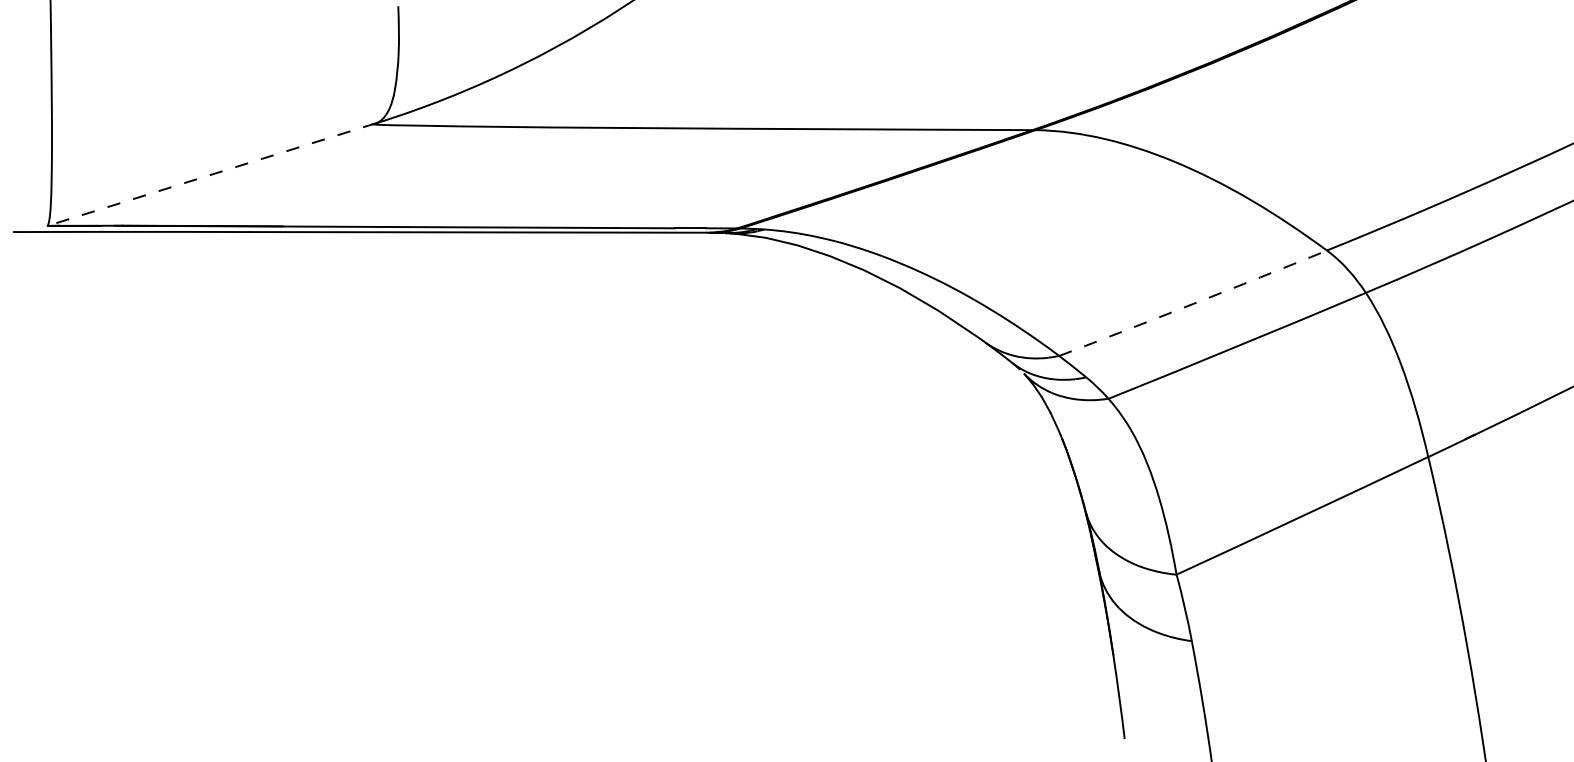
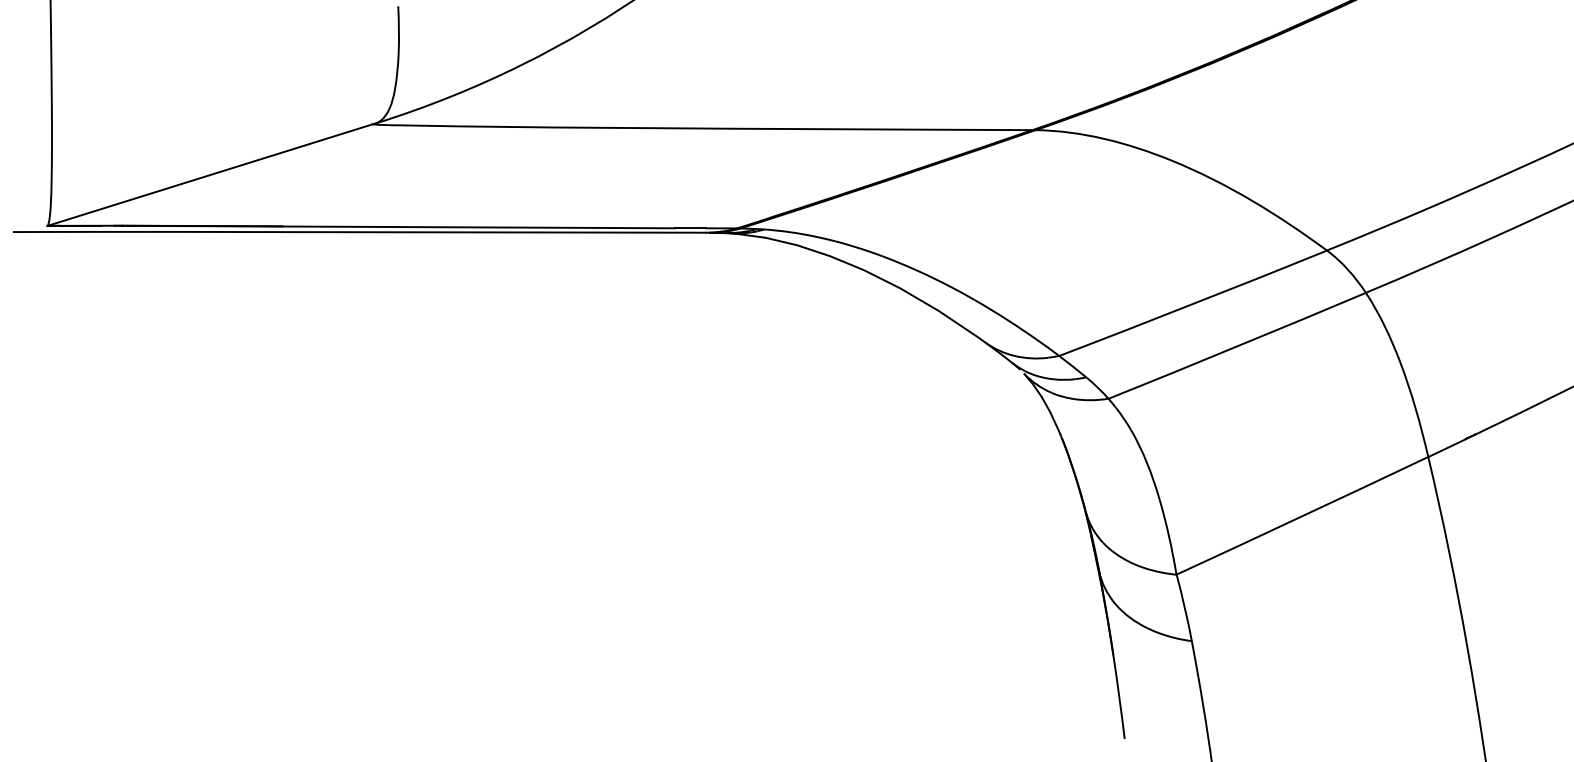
line at (211, 174): dashed -> solid
arc at (1193, 303): dashed -> solid
